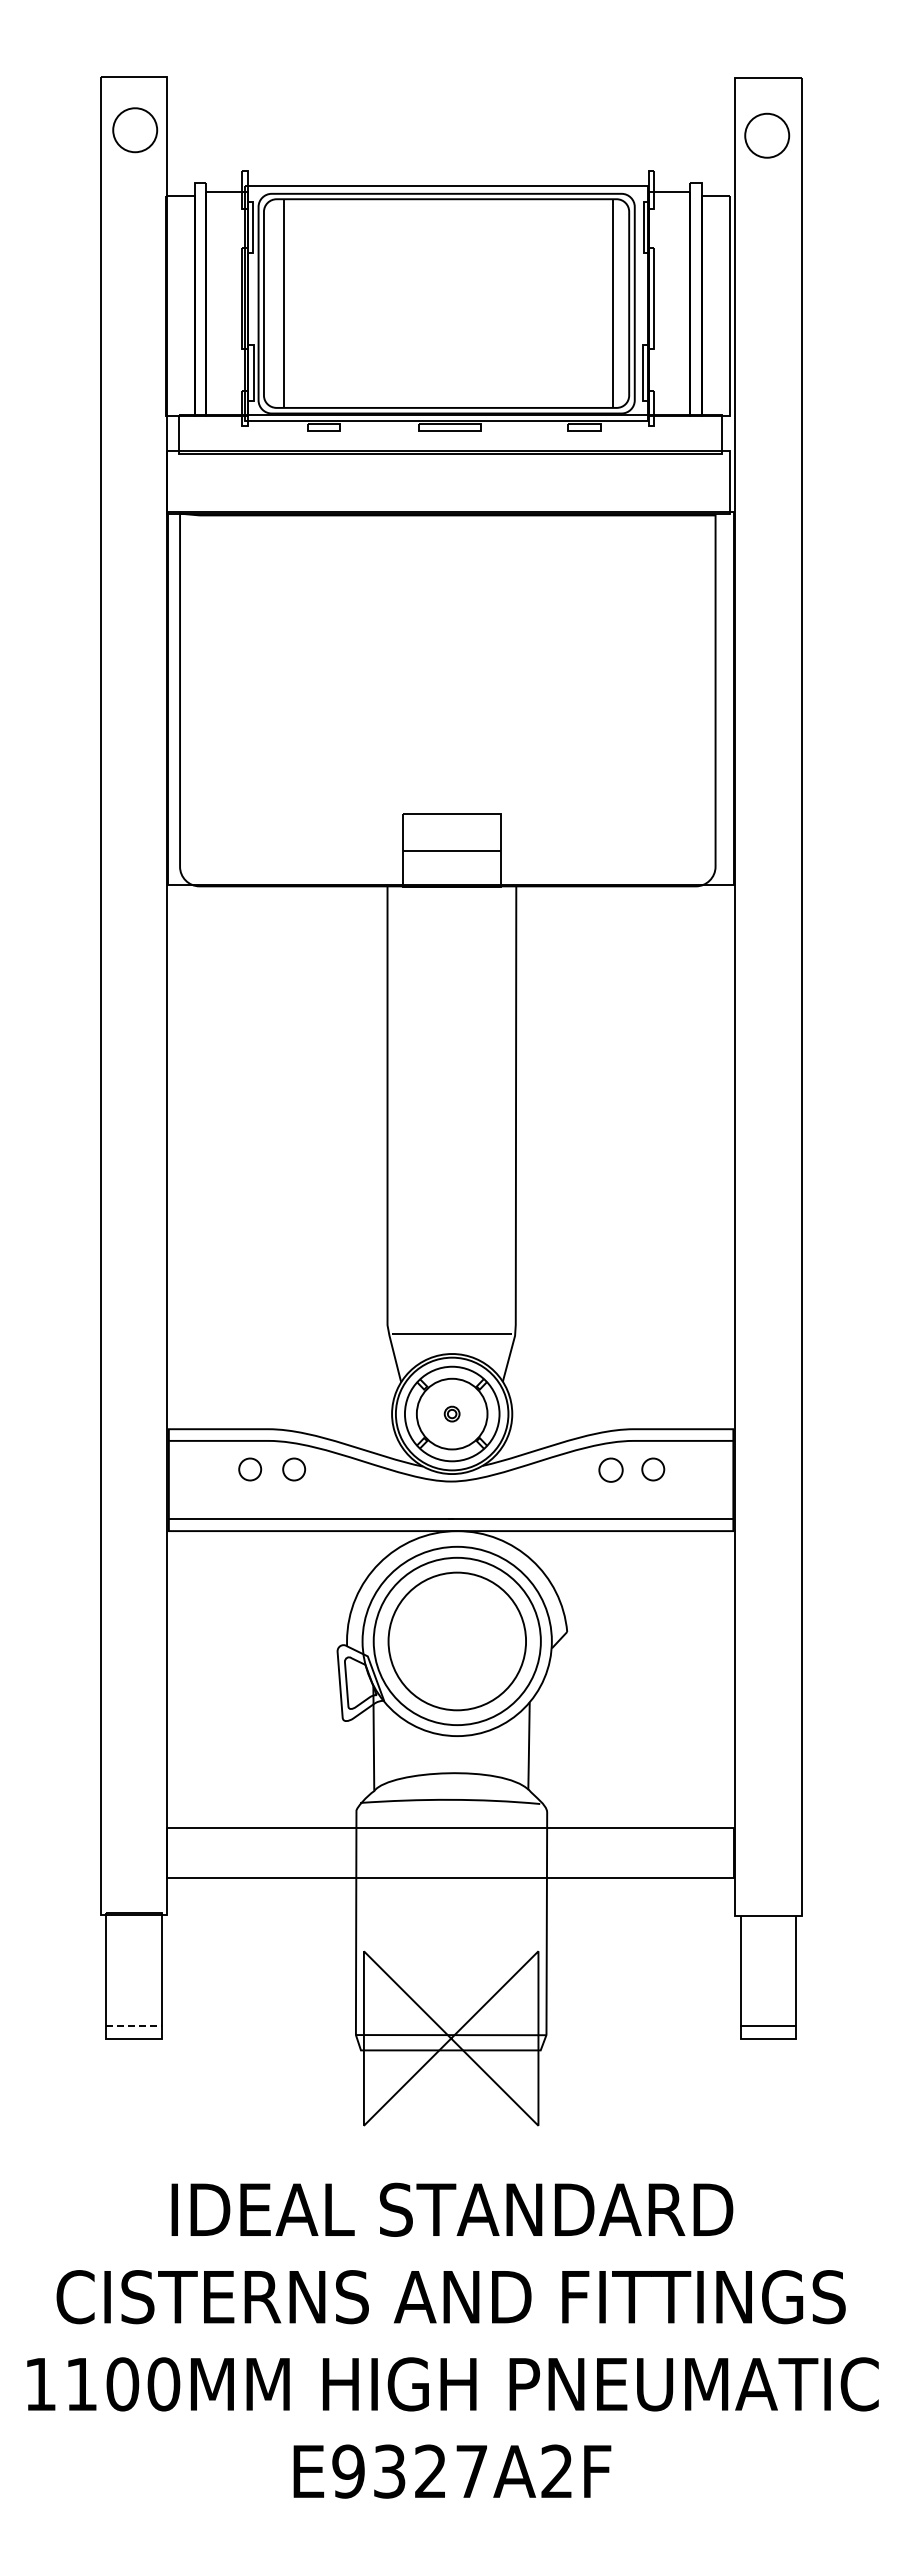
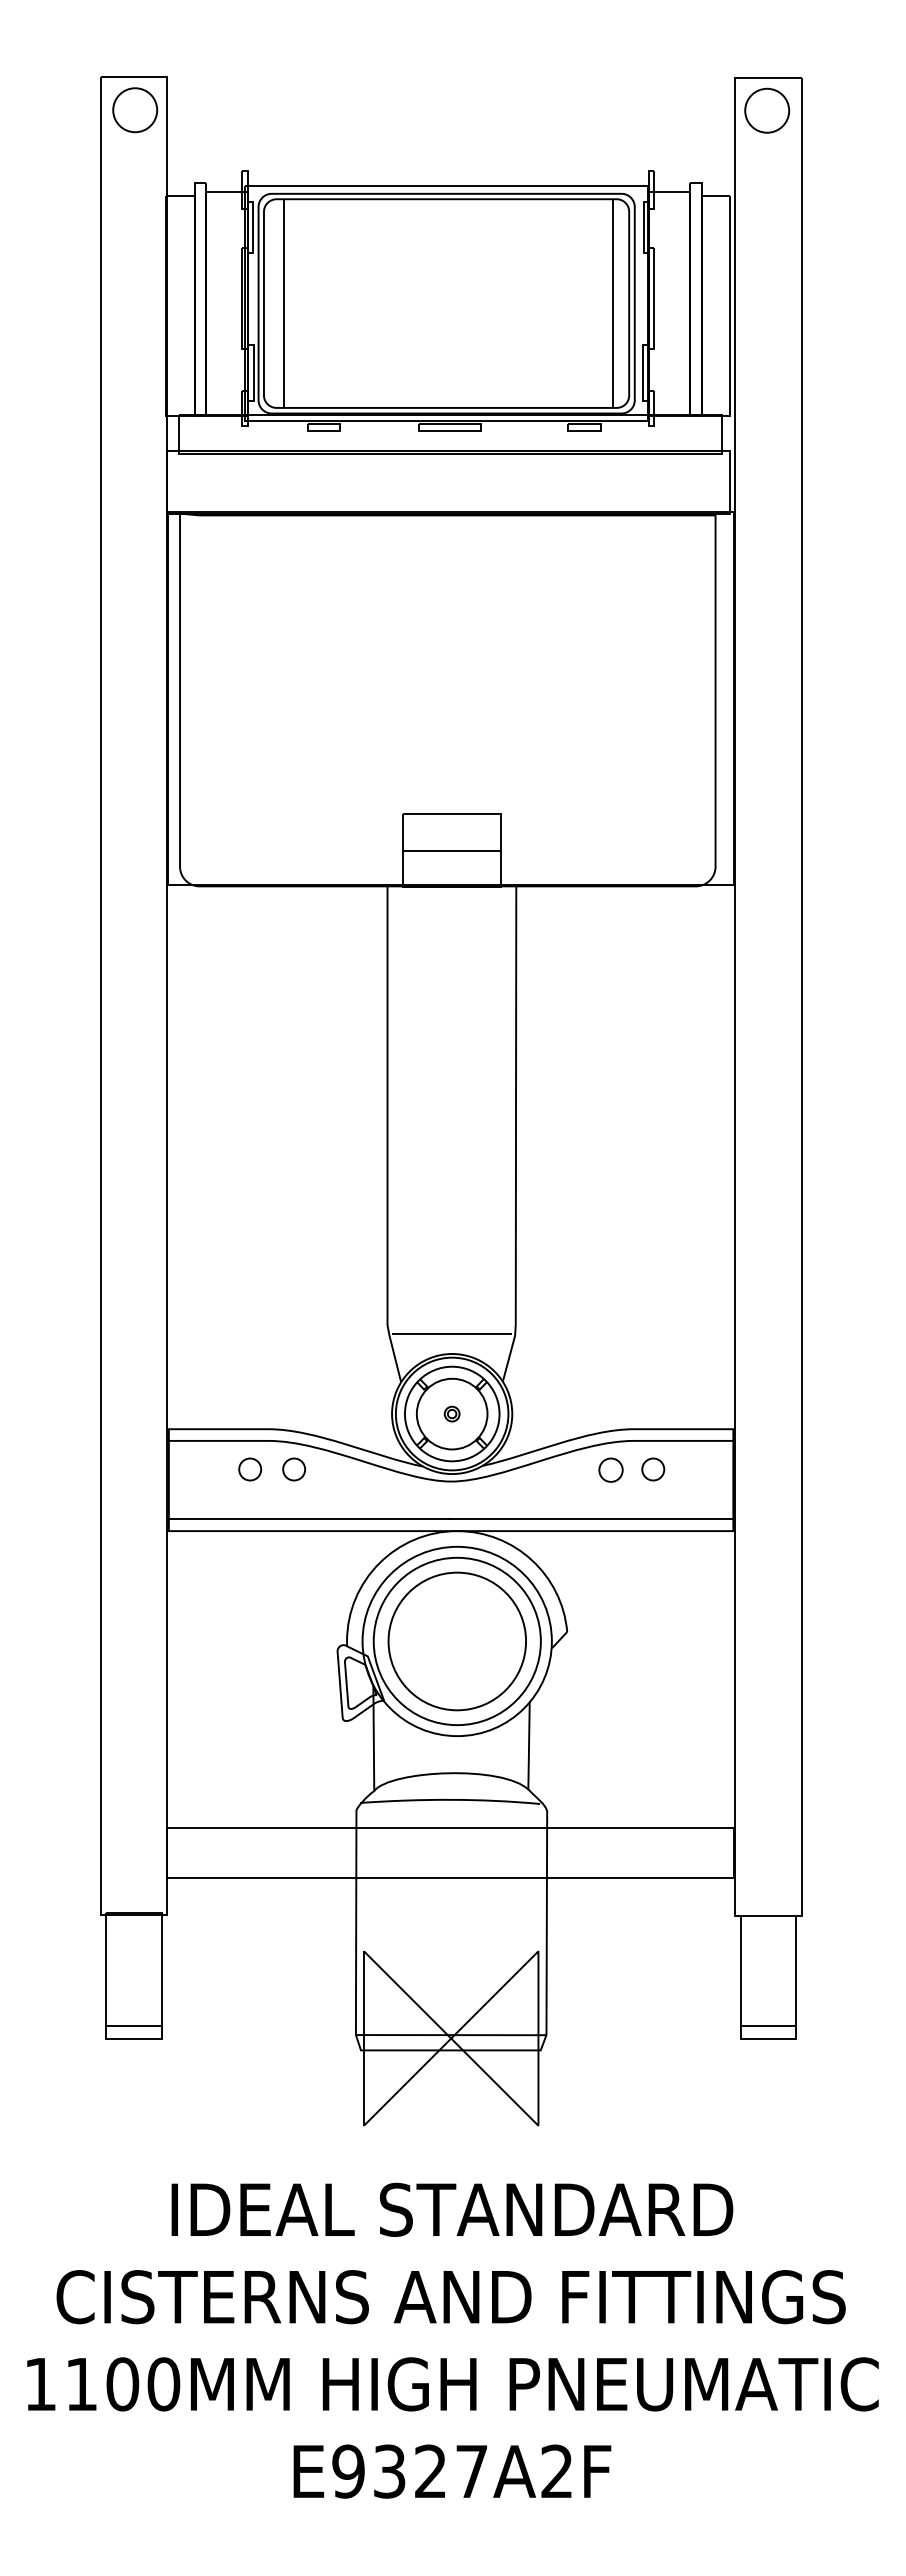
part at (135, 130) position: (135, 130) -> (135, 110)
part at (767, 135) position: (767, 135) -> (767, 110)
line at (133, 2025): dashed -> solid
